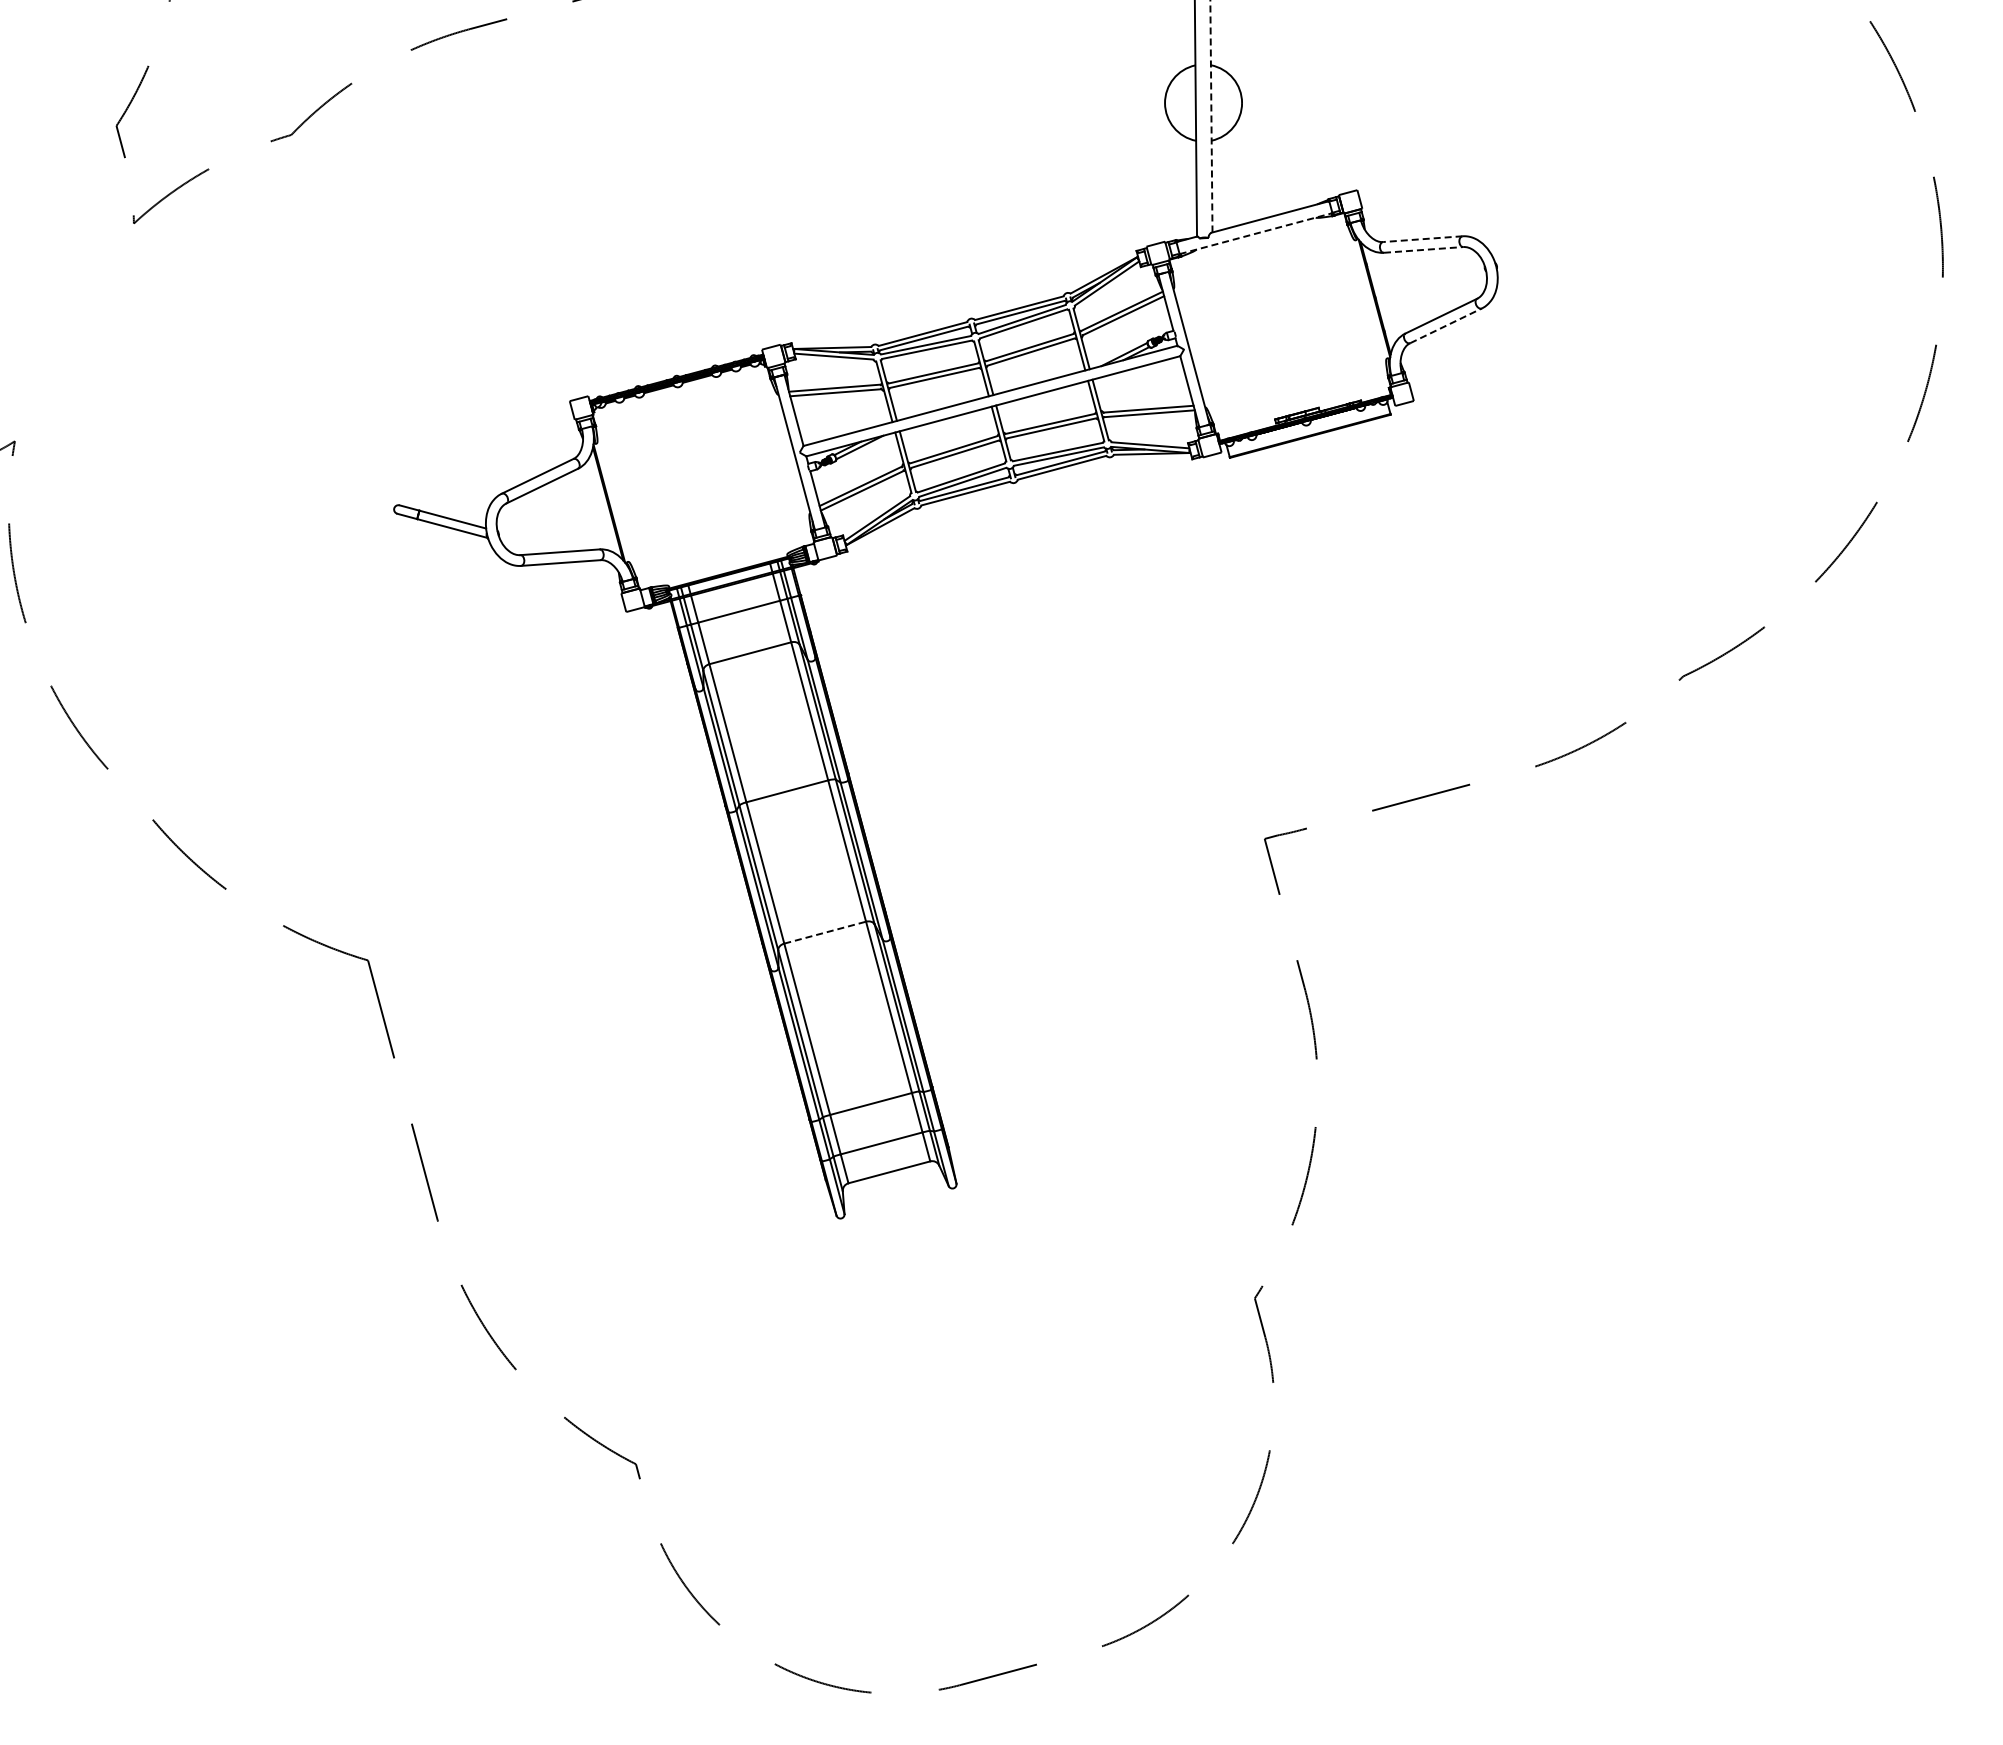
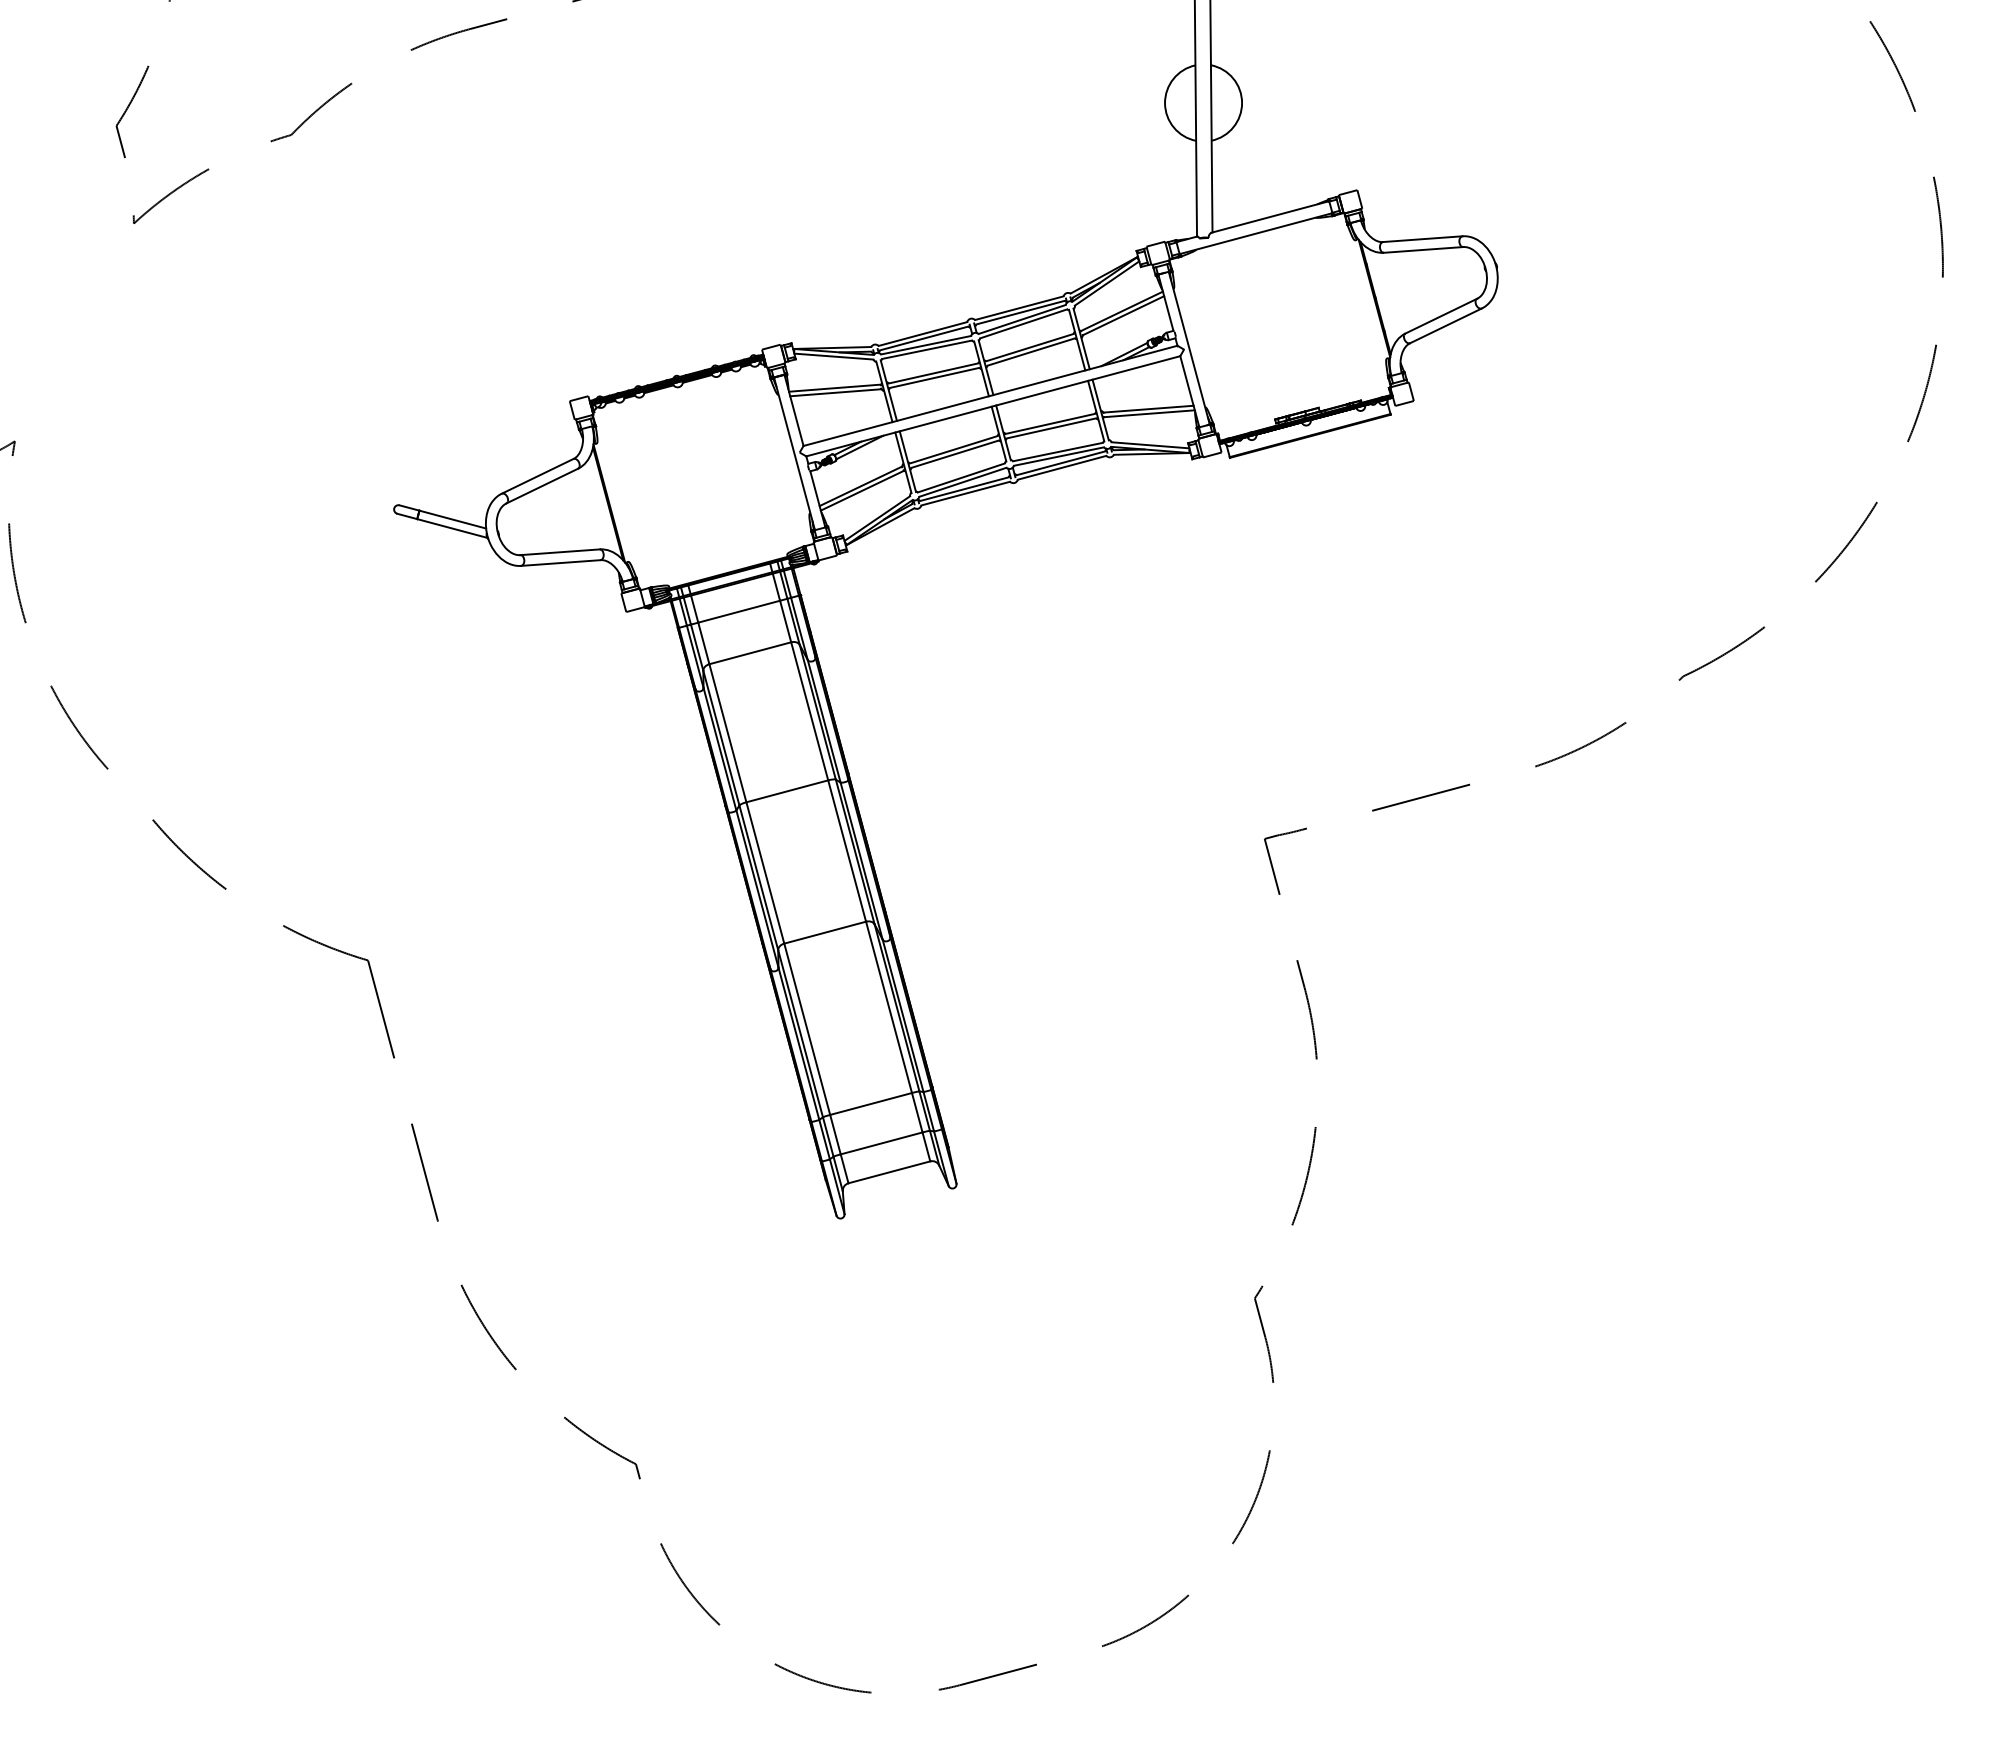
line at (1211, 116): dashed -> solid
line at (1256, 233): dashed -> solid
line at (1422, 239): dashed -> solid
line at (1423, 249): dashed -> solid
line at (1446, 325): dashed -> solid
line at (825, 932): dashed -> solid
